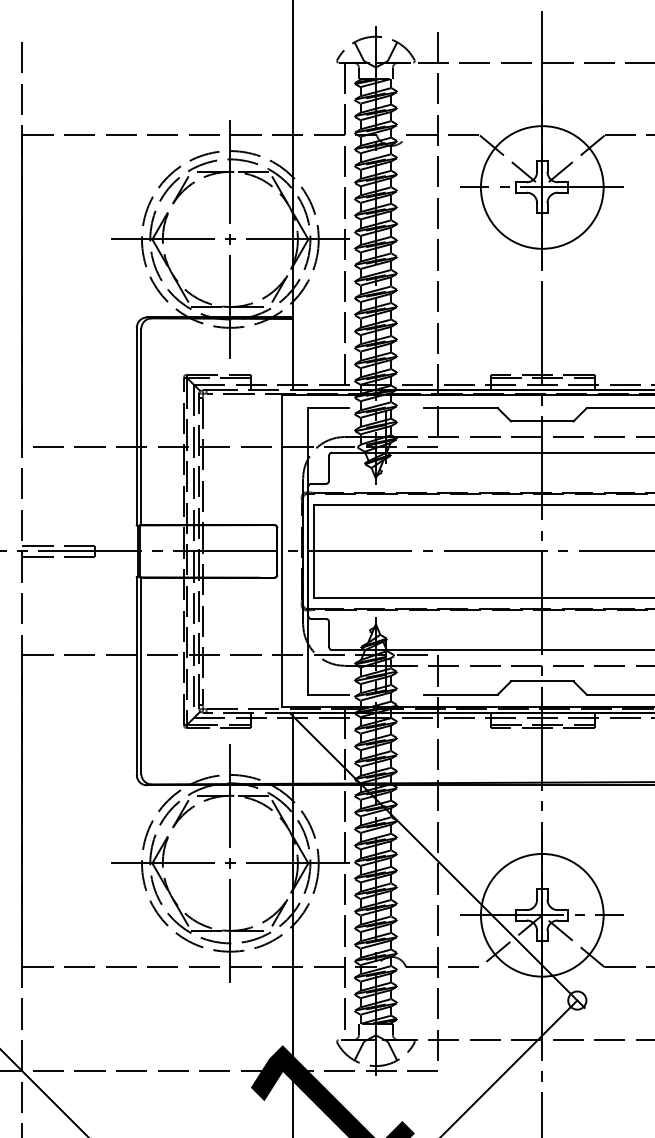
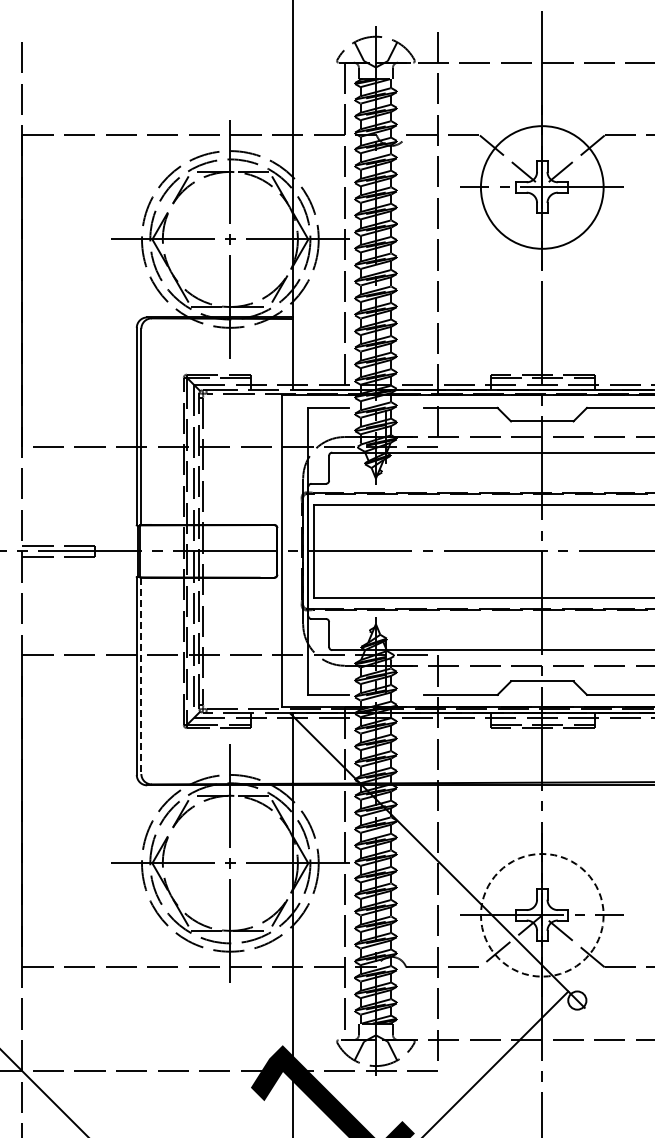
line at (141, 676): solid -> dashed
circle at (541, 914): solid -> dashed
line at (510, 1067) position: (510, 1067) -> (496, 1062)
